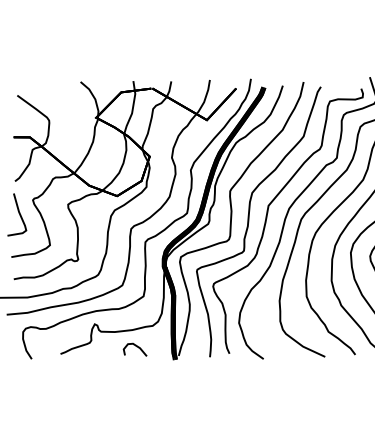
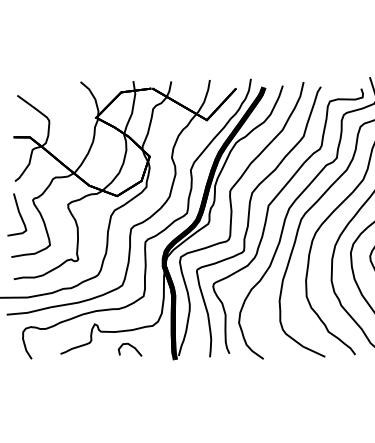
curve at (136, 347) position: (136, 347) -> (131, 347)
